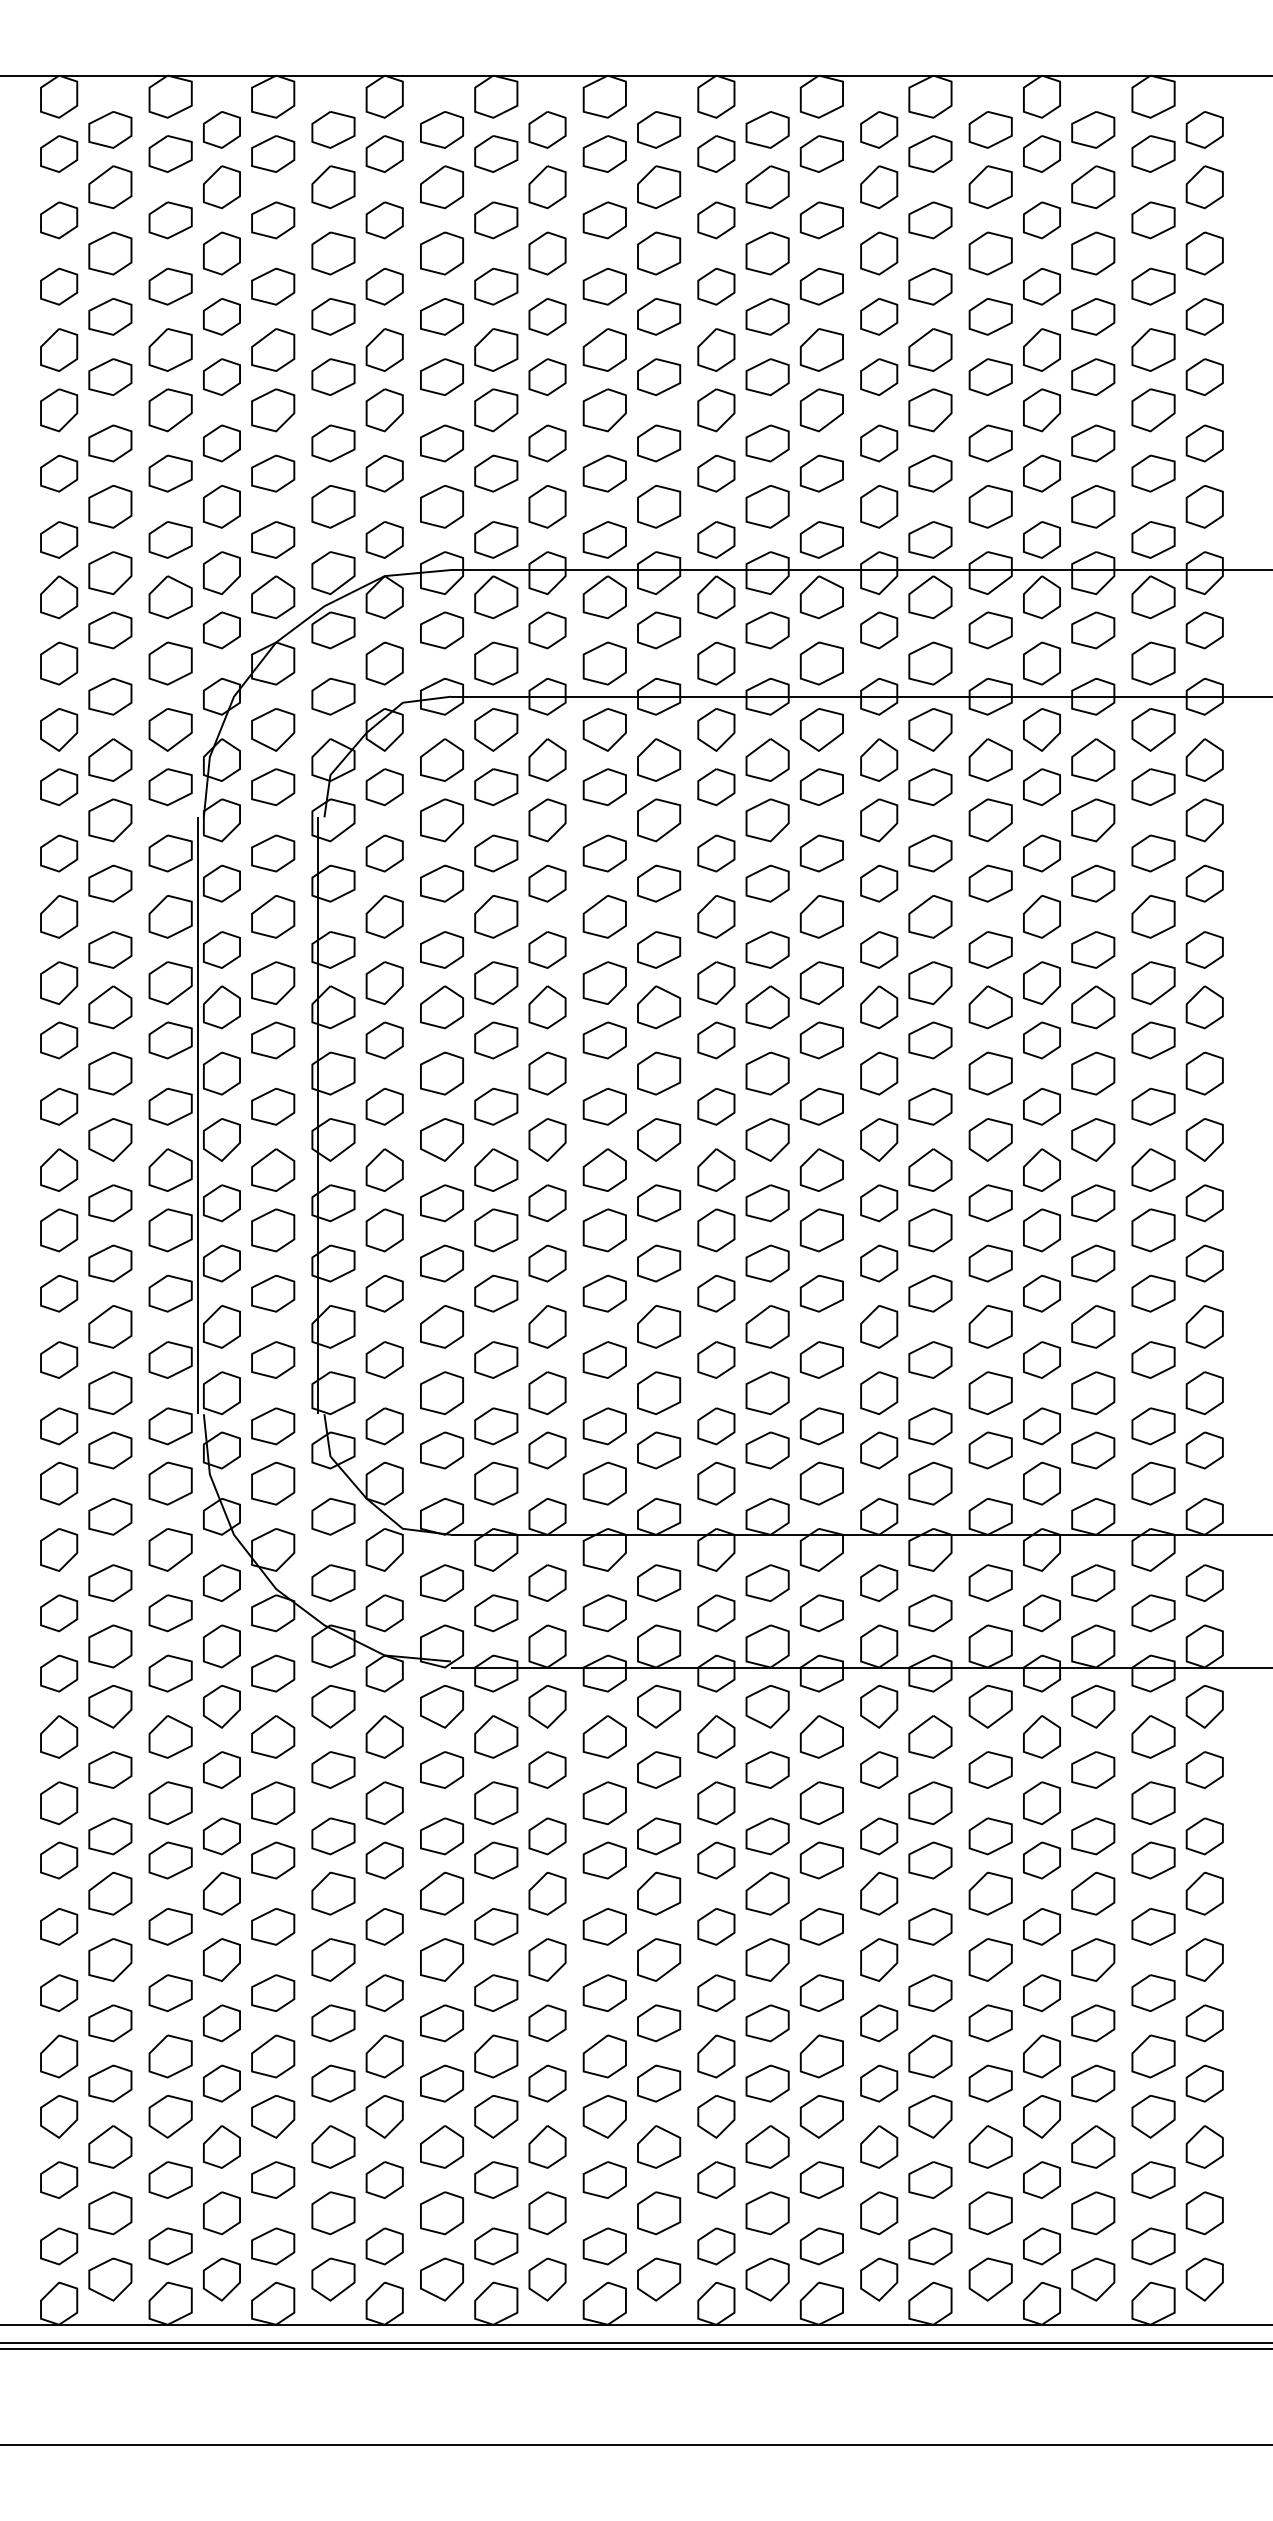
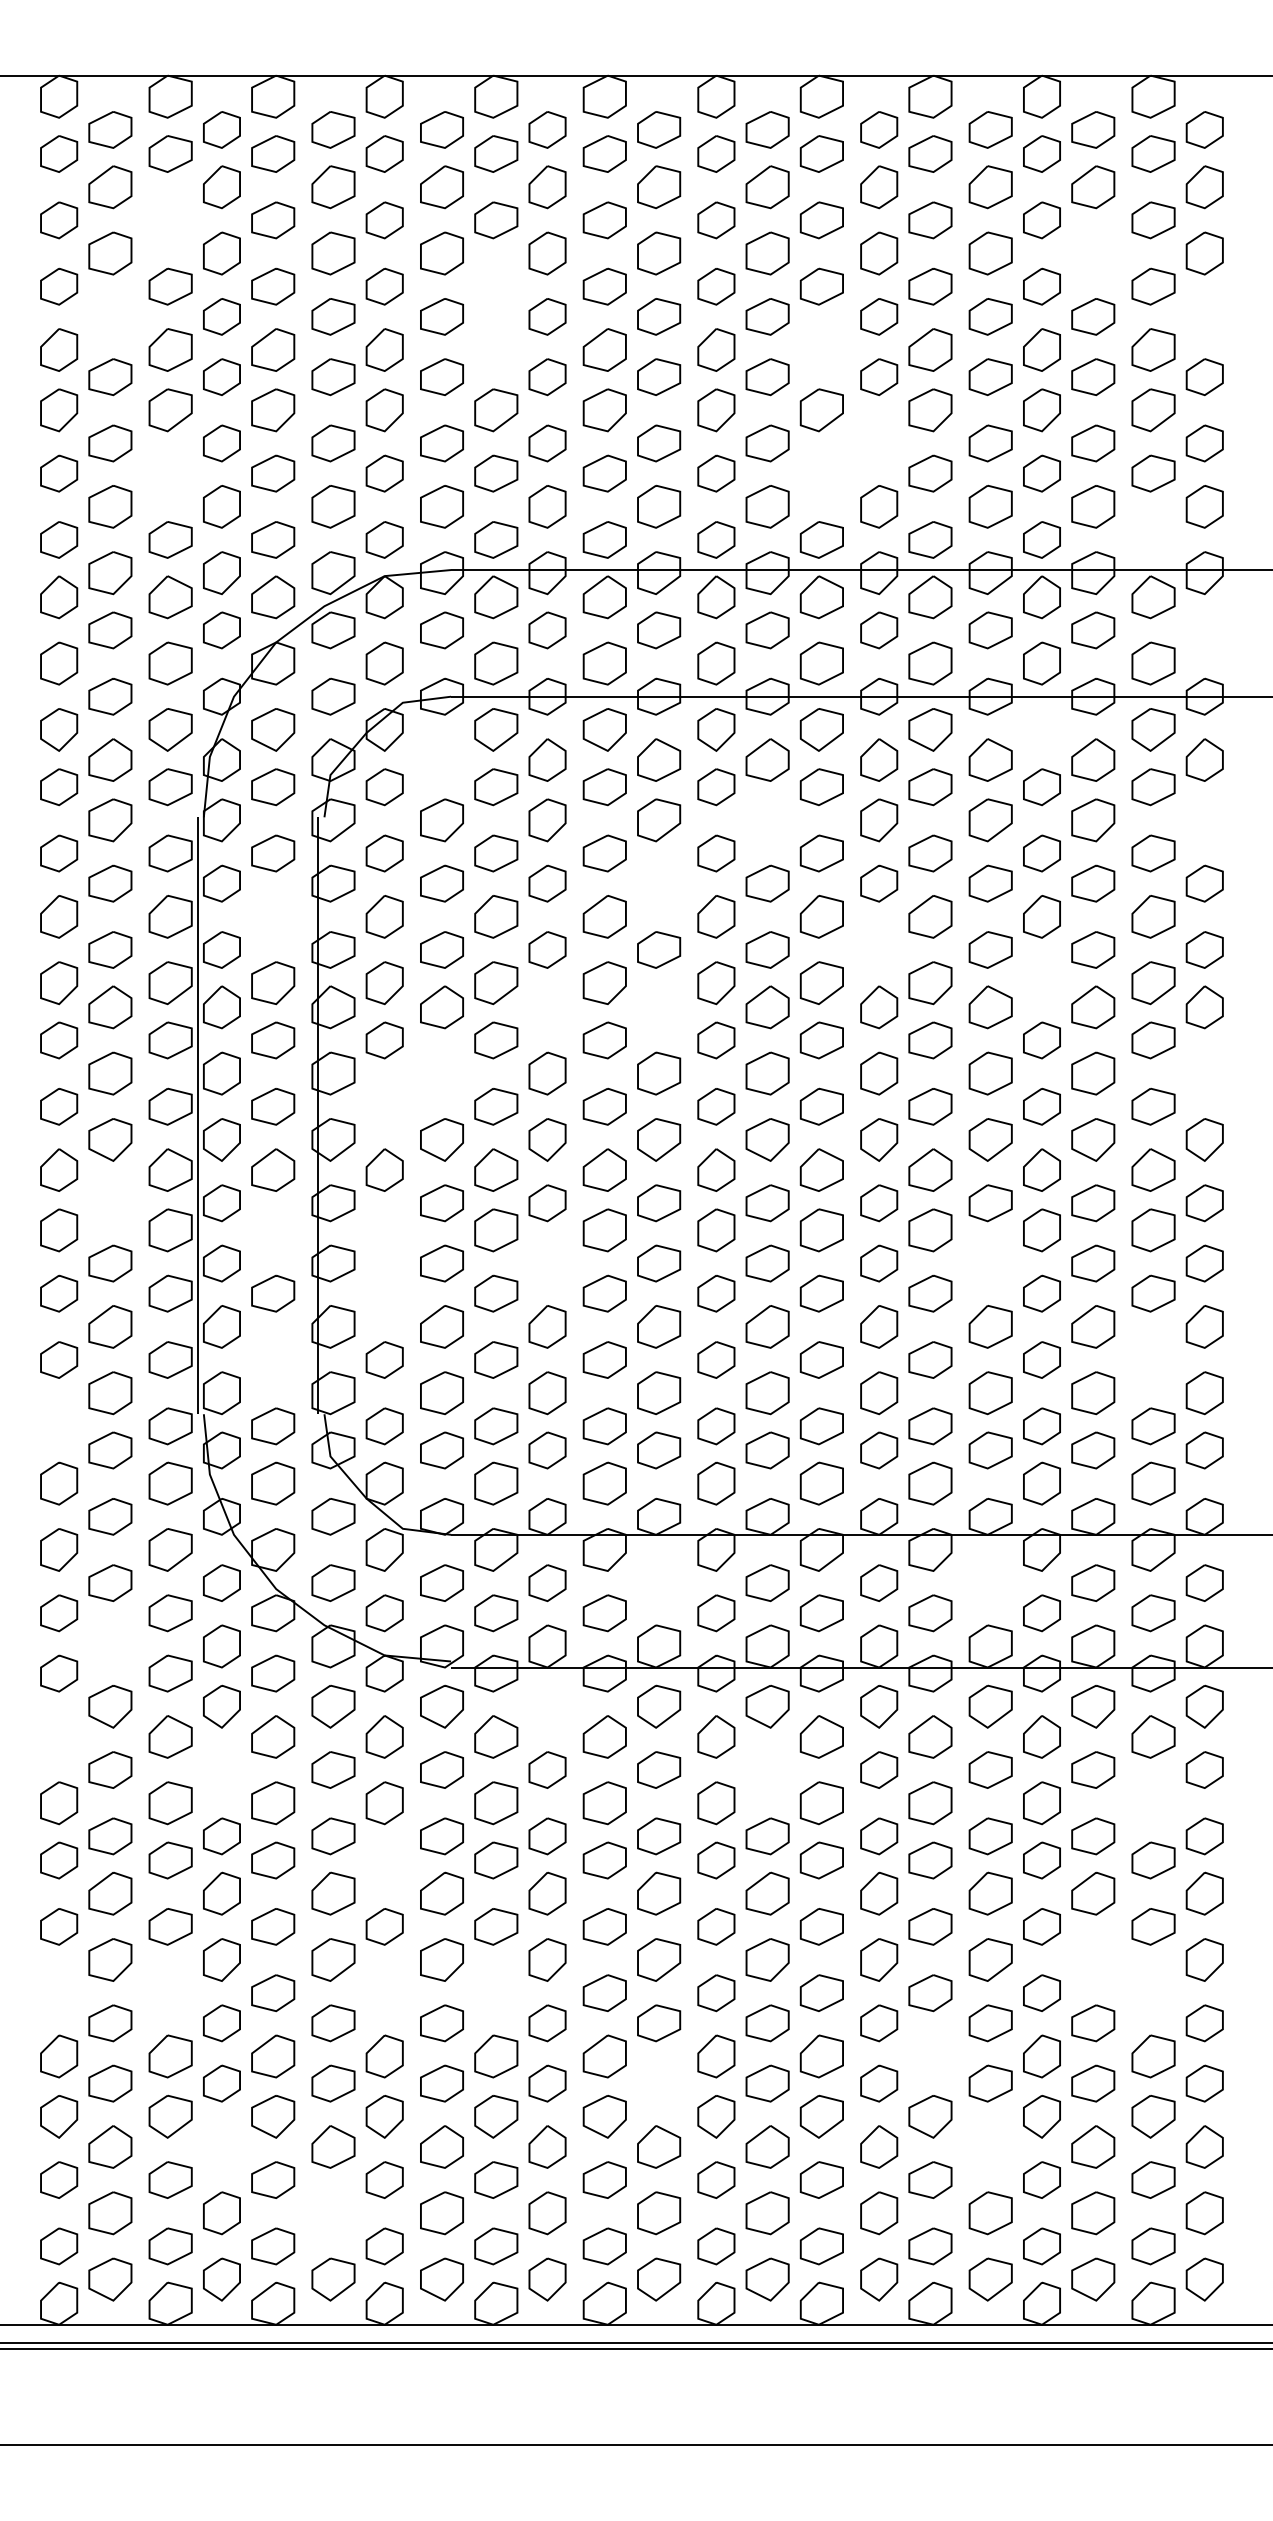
part at (170, 220): present -> none
part at (1093, 253): present -> none
part at (496, 286): present -> none
part at (110, 316): present -> none
part at (1204, 316): present -> none
part at (496, 349): present -> none
part at (821, 349): present -> none
part at (879, 443): present -> none
part at (170, 473): present -> none
part at (821, 473): present -> none
part at (1153, 539): present -> none
part at (1204, 630): present -> none
part at (1041, 729): present -> none
part at (441, 759): present -> none
part at (767, 820): present -> none
part at (1204, 820): present -> none
part at (659, 883): present -> none
part at (273, 916): present -> none
part at (879, 949): present -> none
part at (1041, 982): present -> none
part at (547, 1007): present -> none
part at (659, 1007): present -> none
part at (441, 1073): present -> none
part at (1204, 1073): present -> none
part at (384, 1106): present -> none
part at (110, 1203): present -> none
part at (273, 1230): present -> none
part at (384, 1230): present -> none
part at (547, 1263): present -> none
part at (990, 1263): present -> none
part at (384, 1293): present -> none
part at (273, 1359): present -> none
part at (1153, 1359): present -> none
part at (59, 1426): present -> none
part at (659, 1582): present -> none
part at (990, 1582): present -> none
part at (110, 1646): present -> none
part at (547, 1706): present -> none
part at (59, 1736): present -> none
part at (221, 1769): present -> none
part at (767, 1769): present -> none
part at (1153, 1803): present -> none
part at (384, 1860): present -> none
part at (1093, 1959): present -> none
part at (59, 1993): present -> none
part at (170, 1993): present -> none
part at (384, 1993): present -> none
part at (496, 1993): present -> none
part at (1153, 1993): present -> none
part at (930, 2056): present -> none
part at (659, 2083): present -> none
part at (221, 2146): present -> none
part at (990, 2146): present -> none
part at (333, 2213): present -> none
